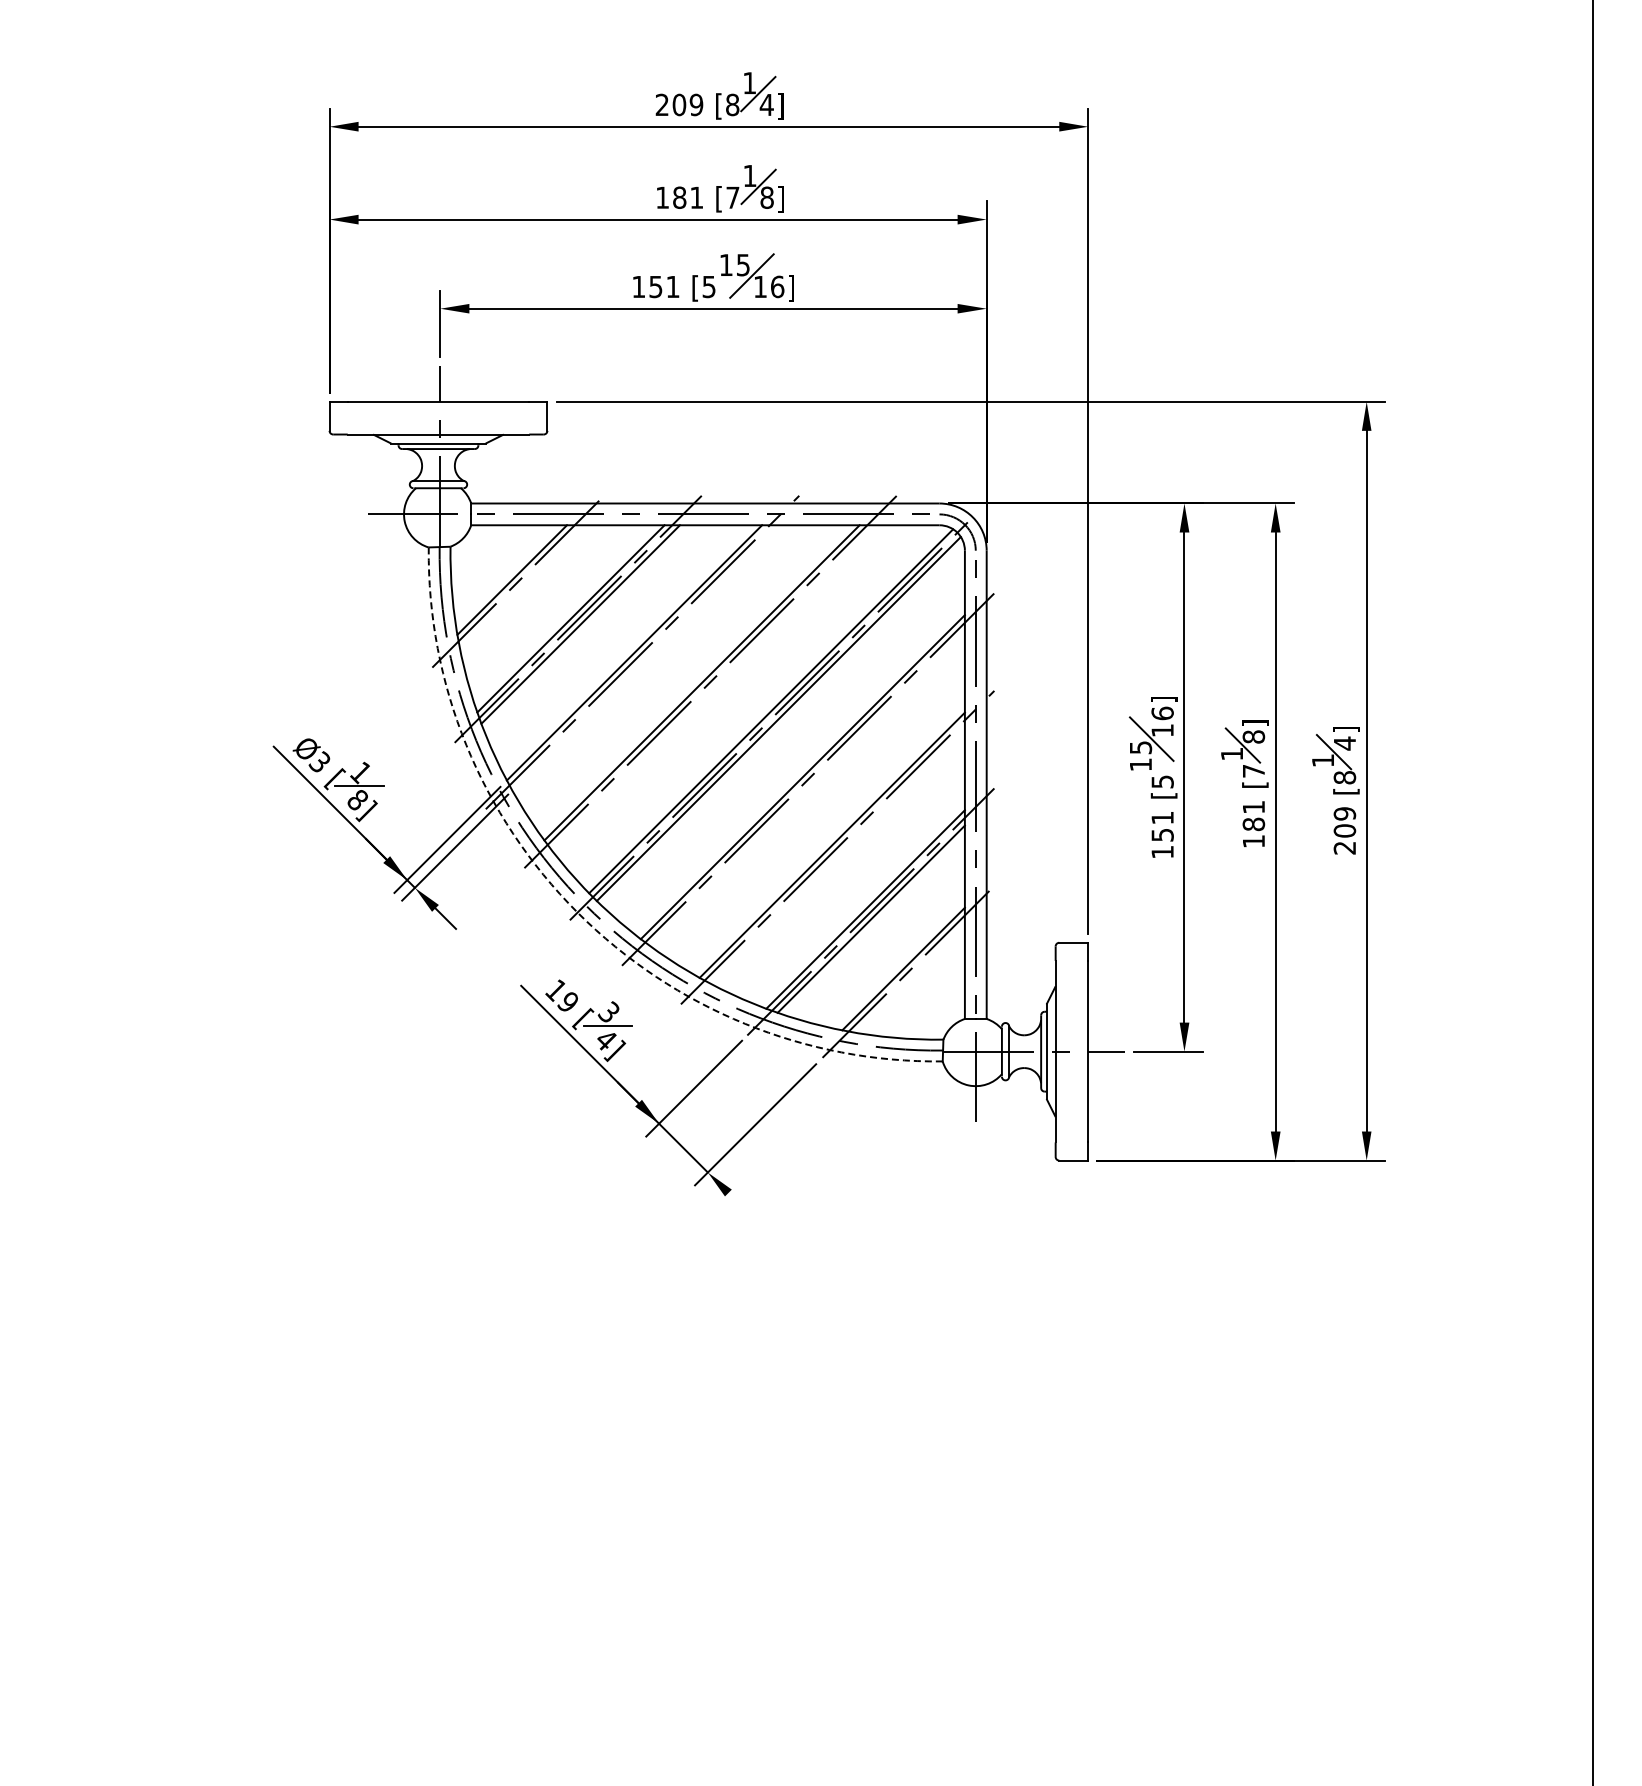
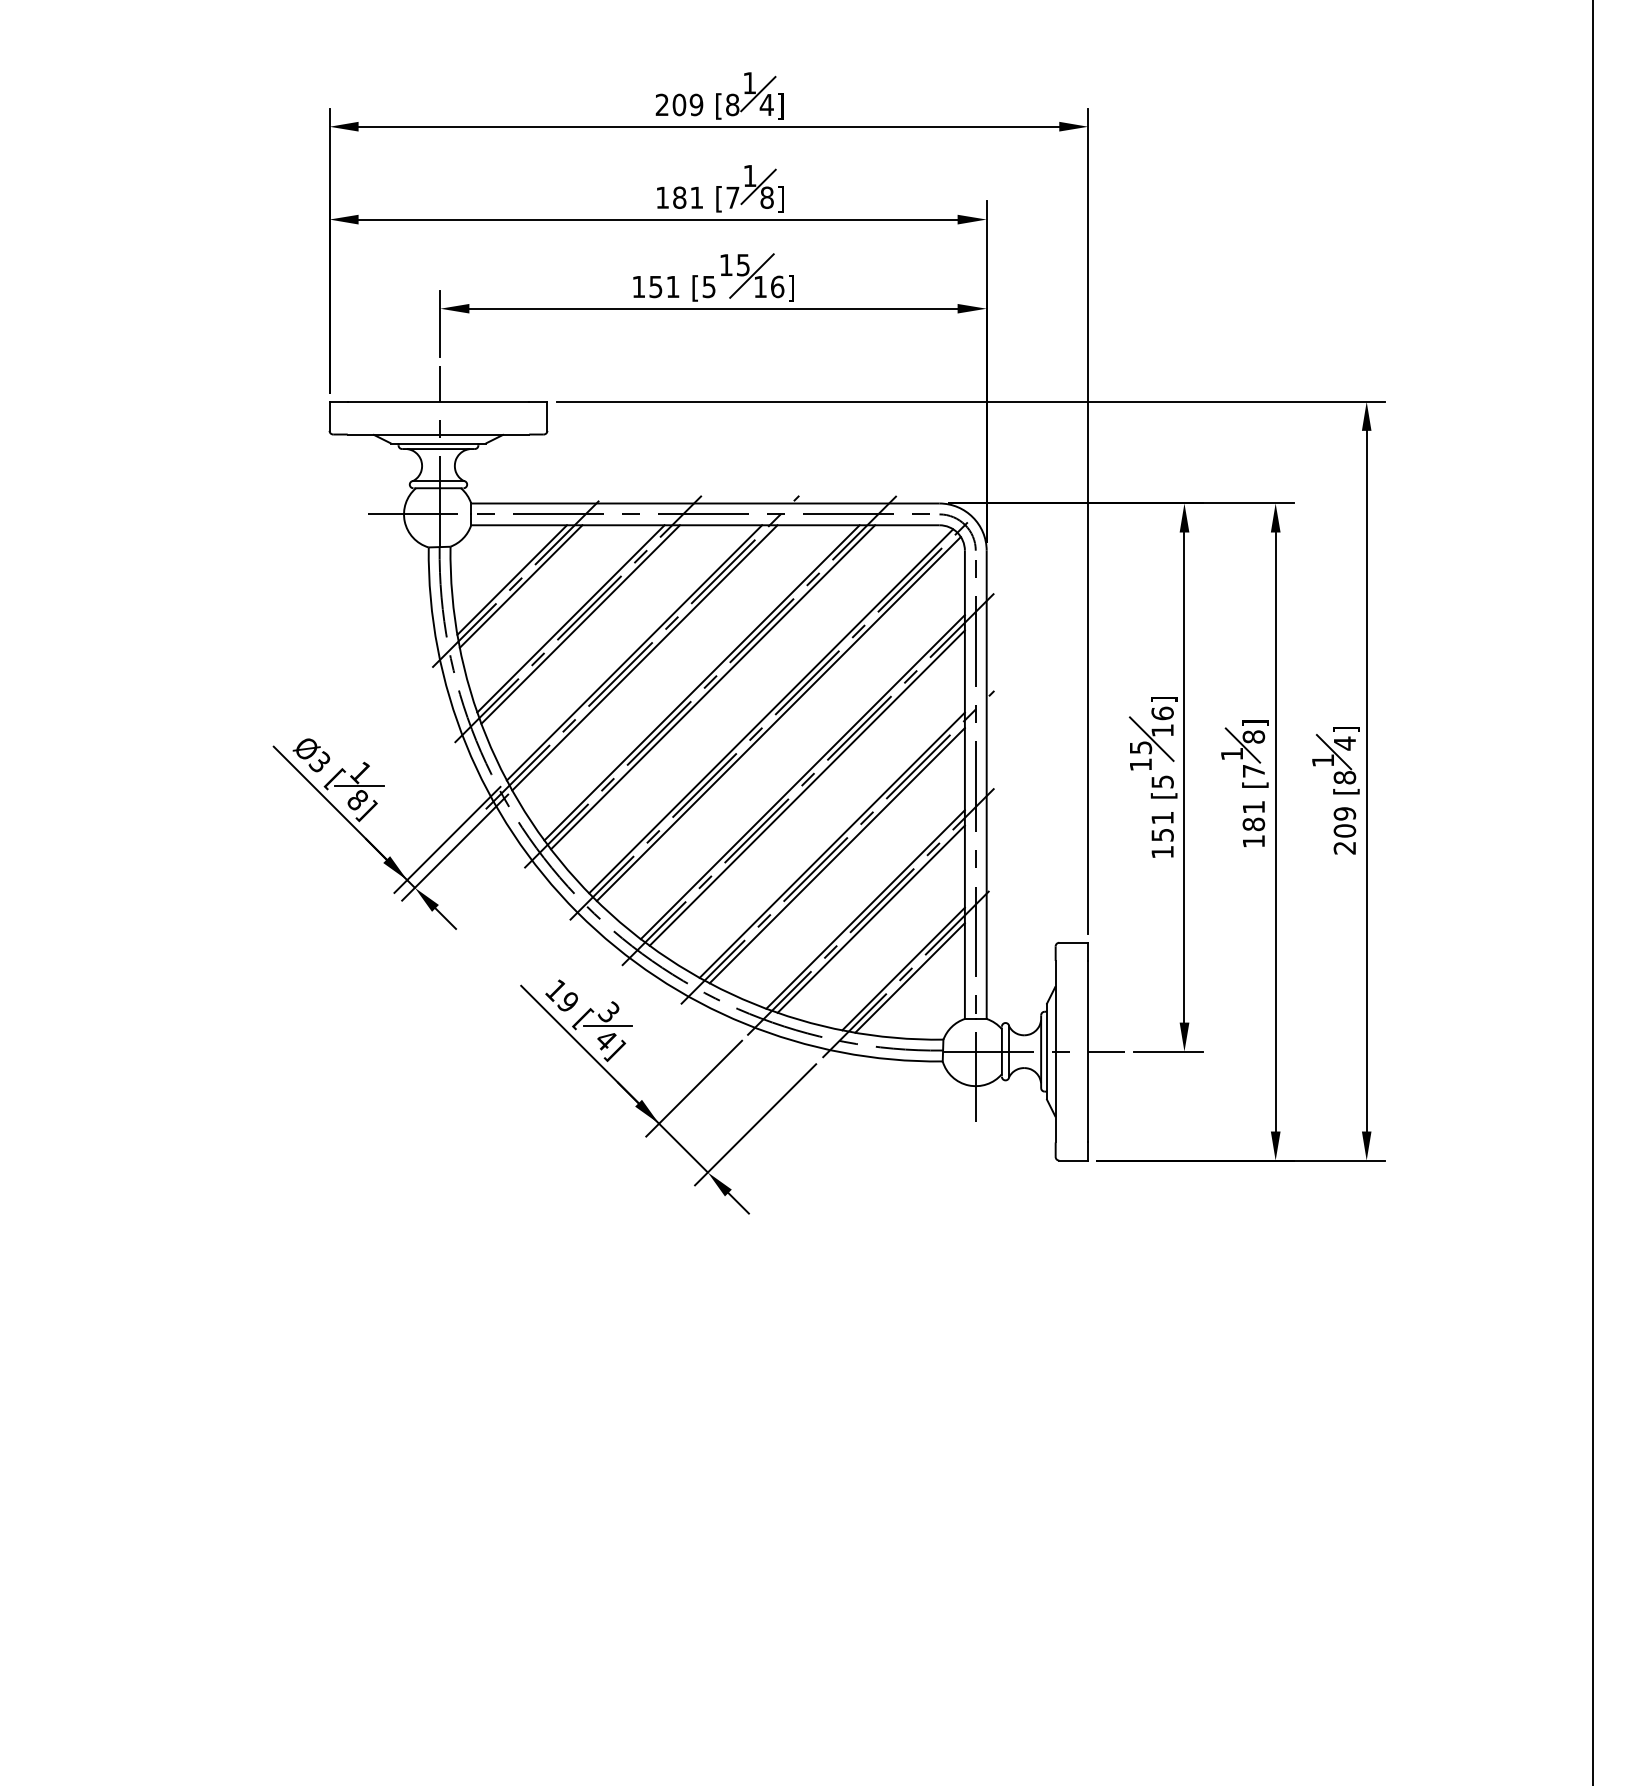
line at (520, 586): none -> present
line at (644, 657): none -> present
line at (713, 687): none -> present
line at (806, 787): none -> present
line at (836, 855): none -> present
arc at (577, 912): dashed -> solid
line at (909, 977): none -> present
line at (738, 1203): none -> present
